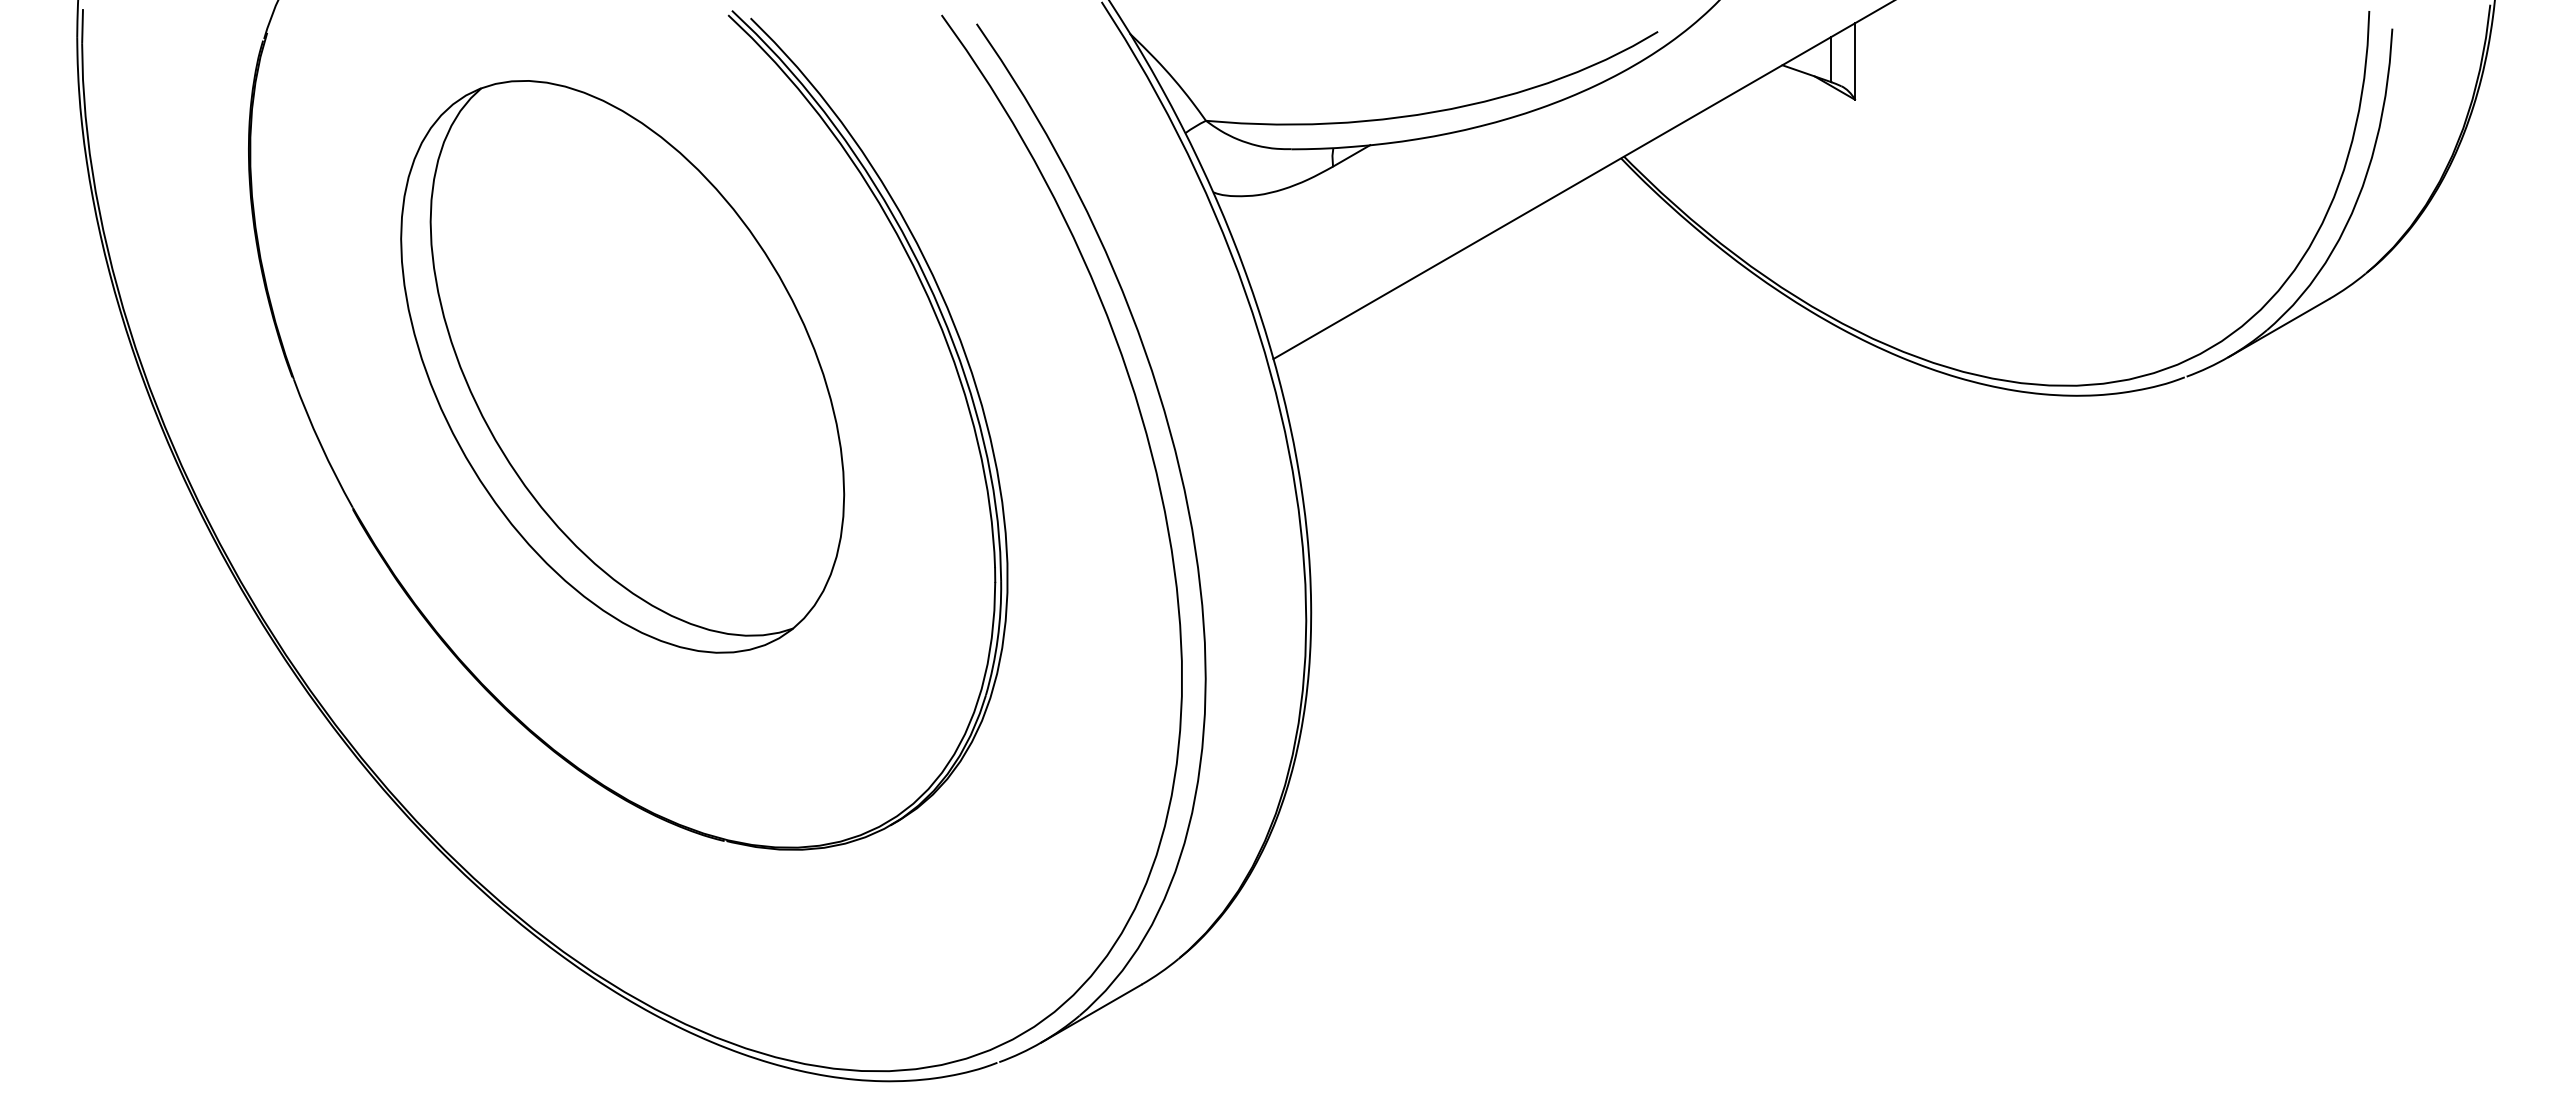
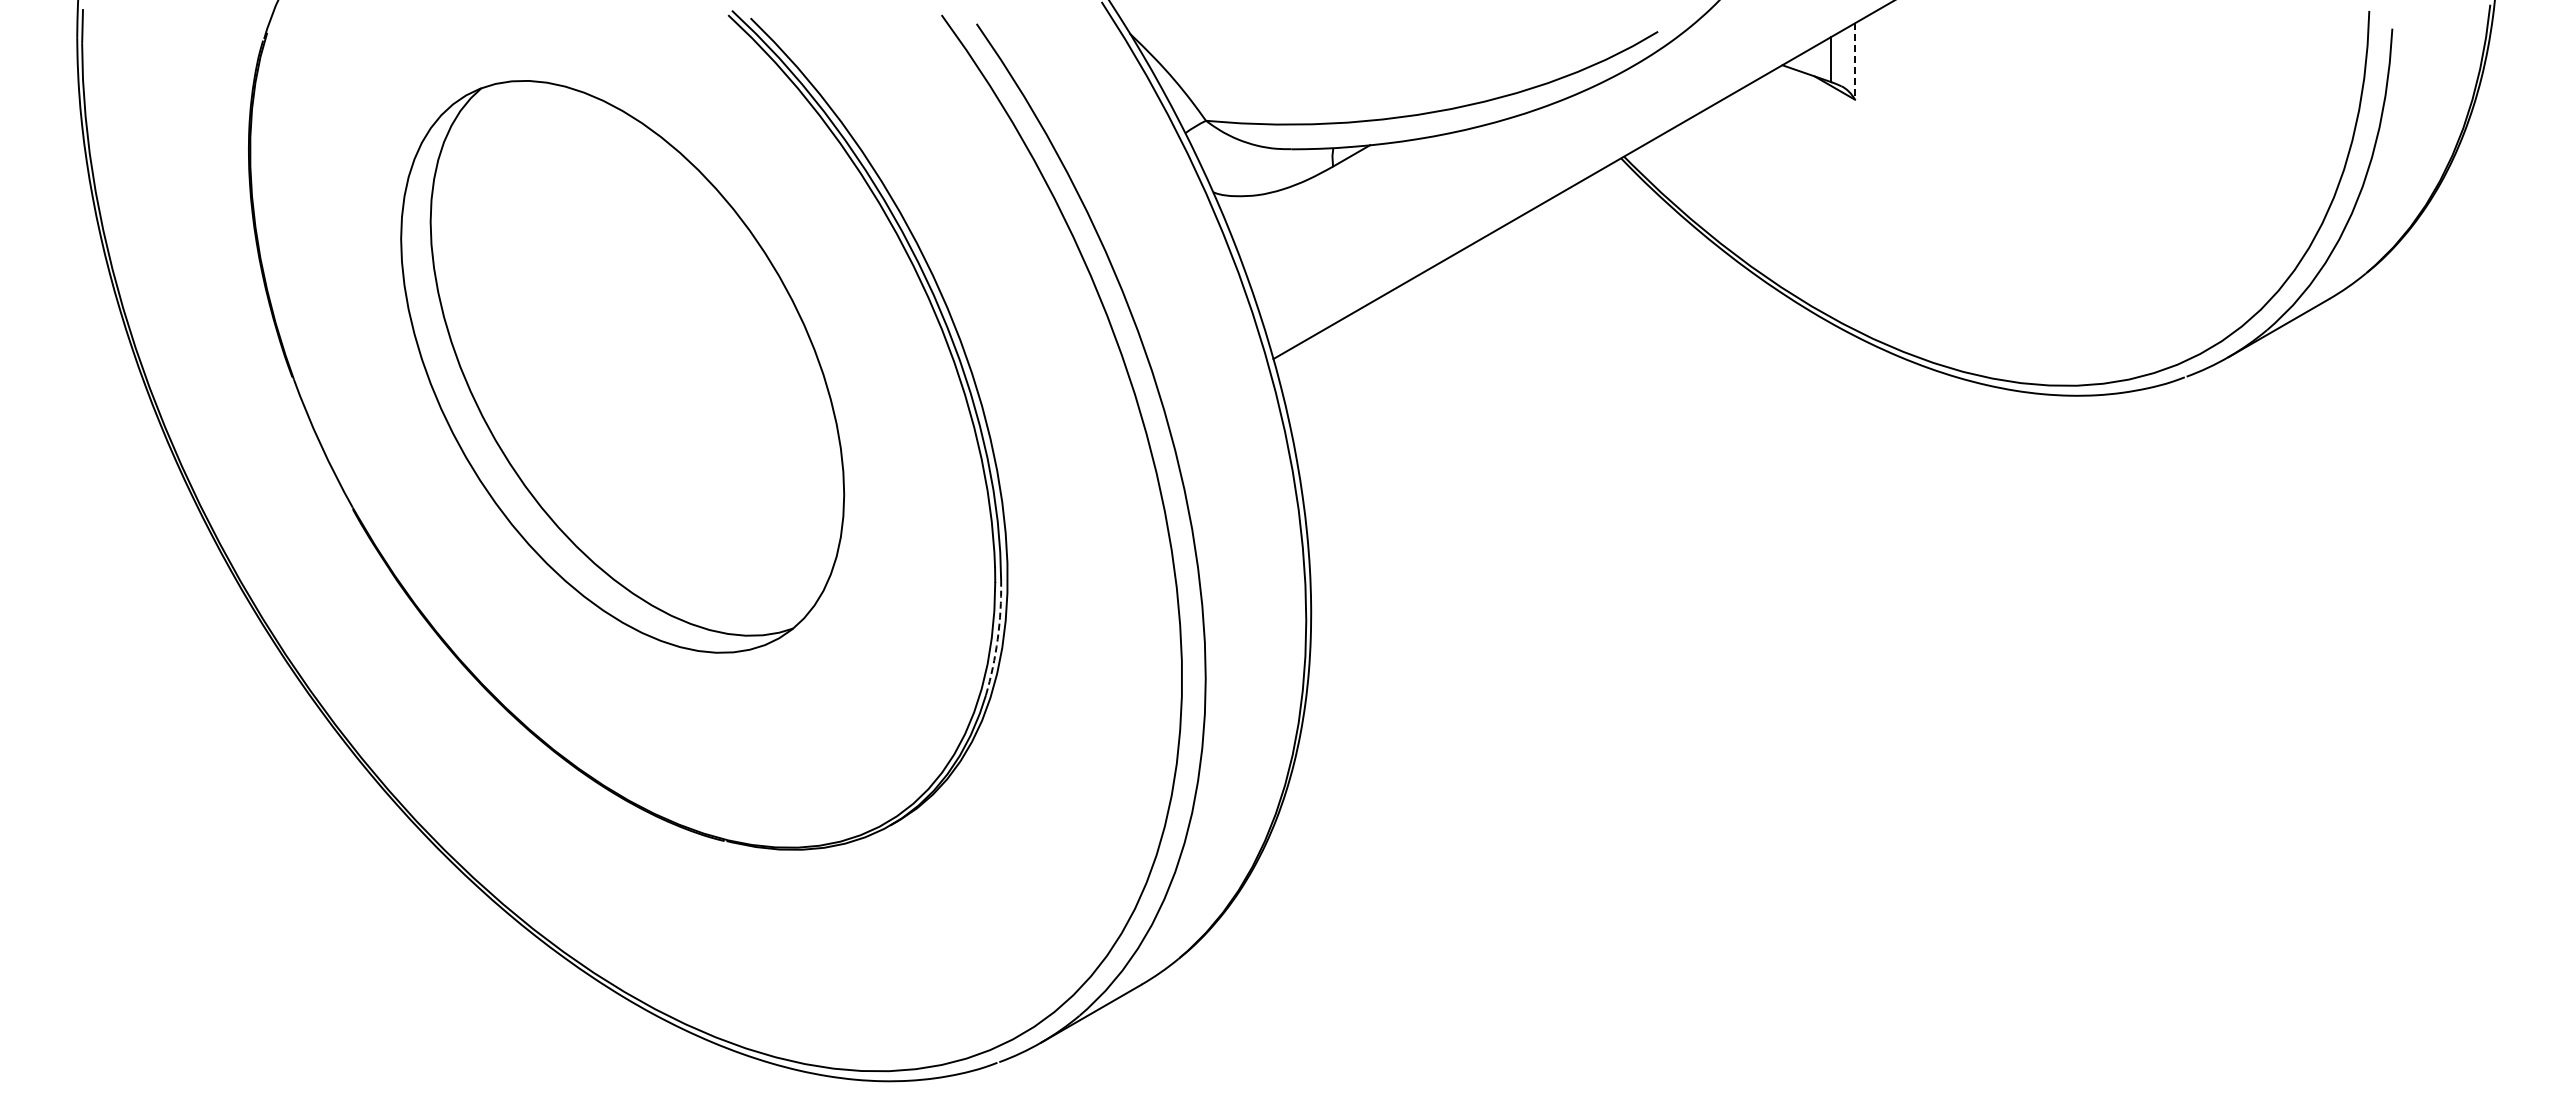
line at (1855, 62): solid -> dashed
arc at (997, 639): solid -> dashed
